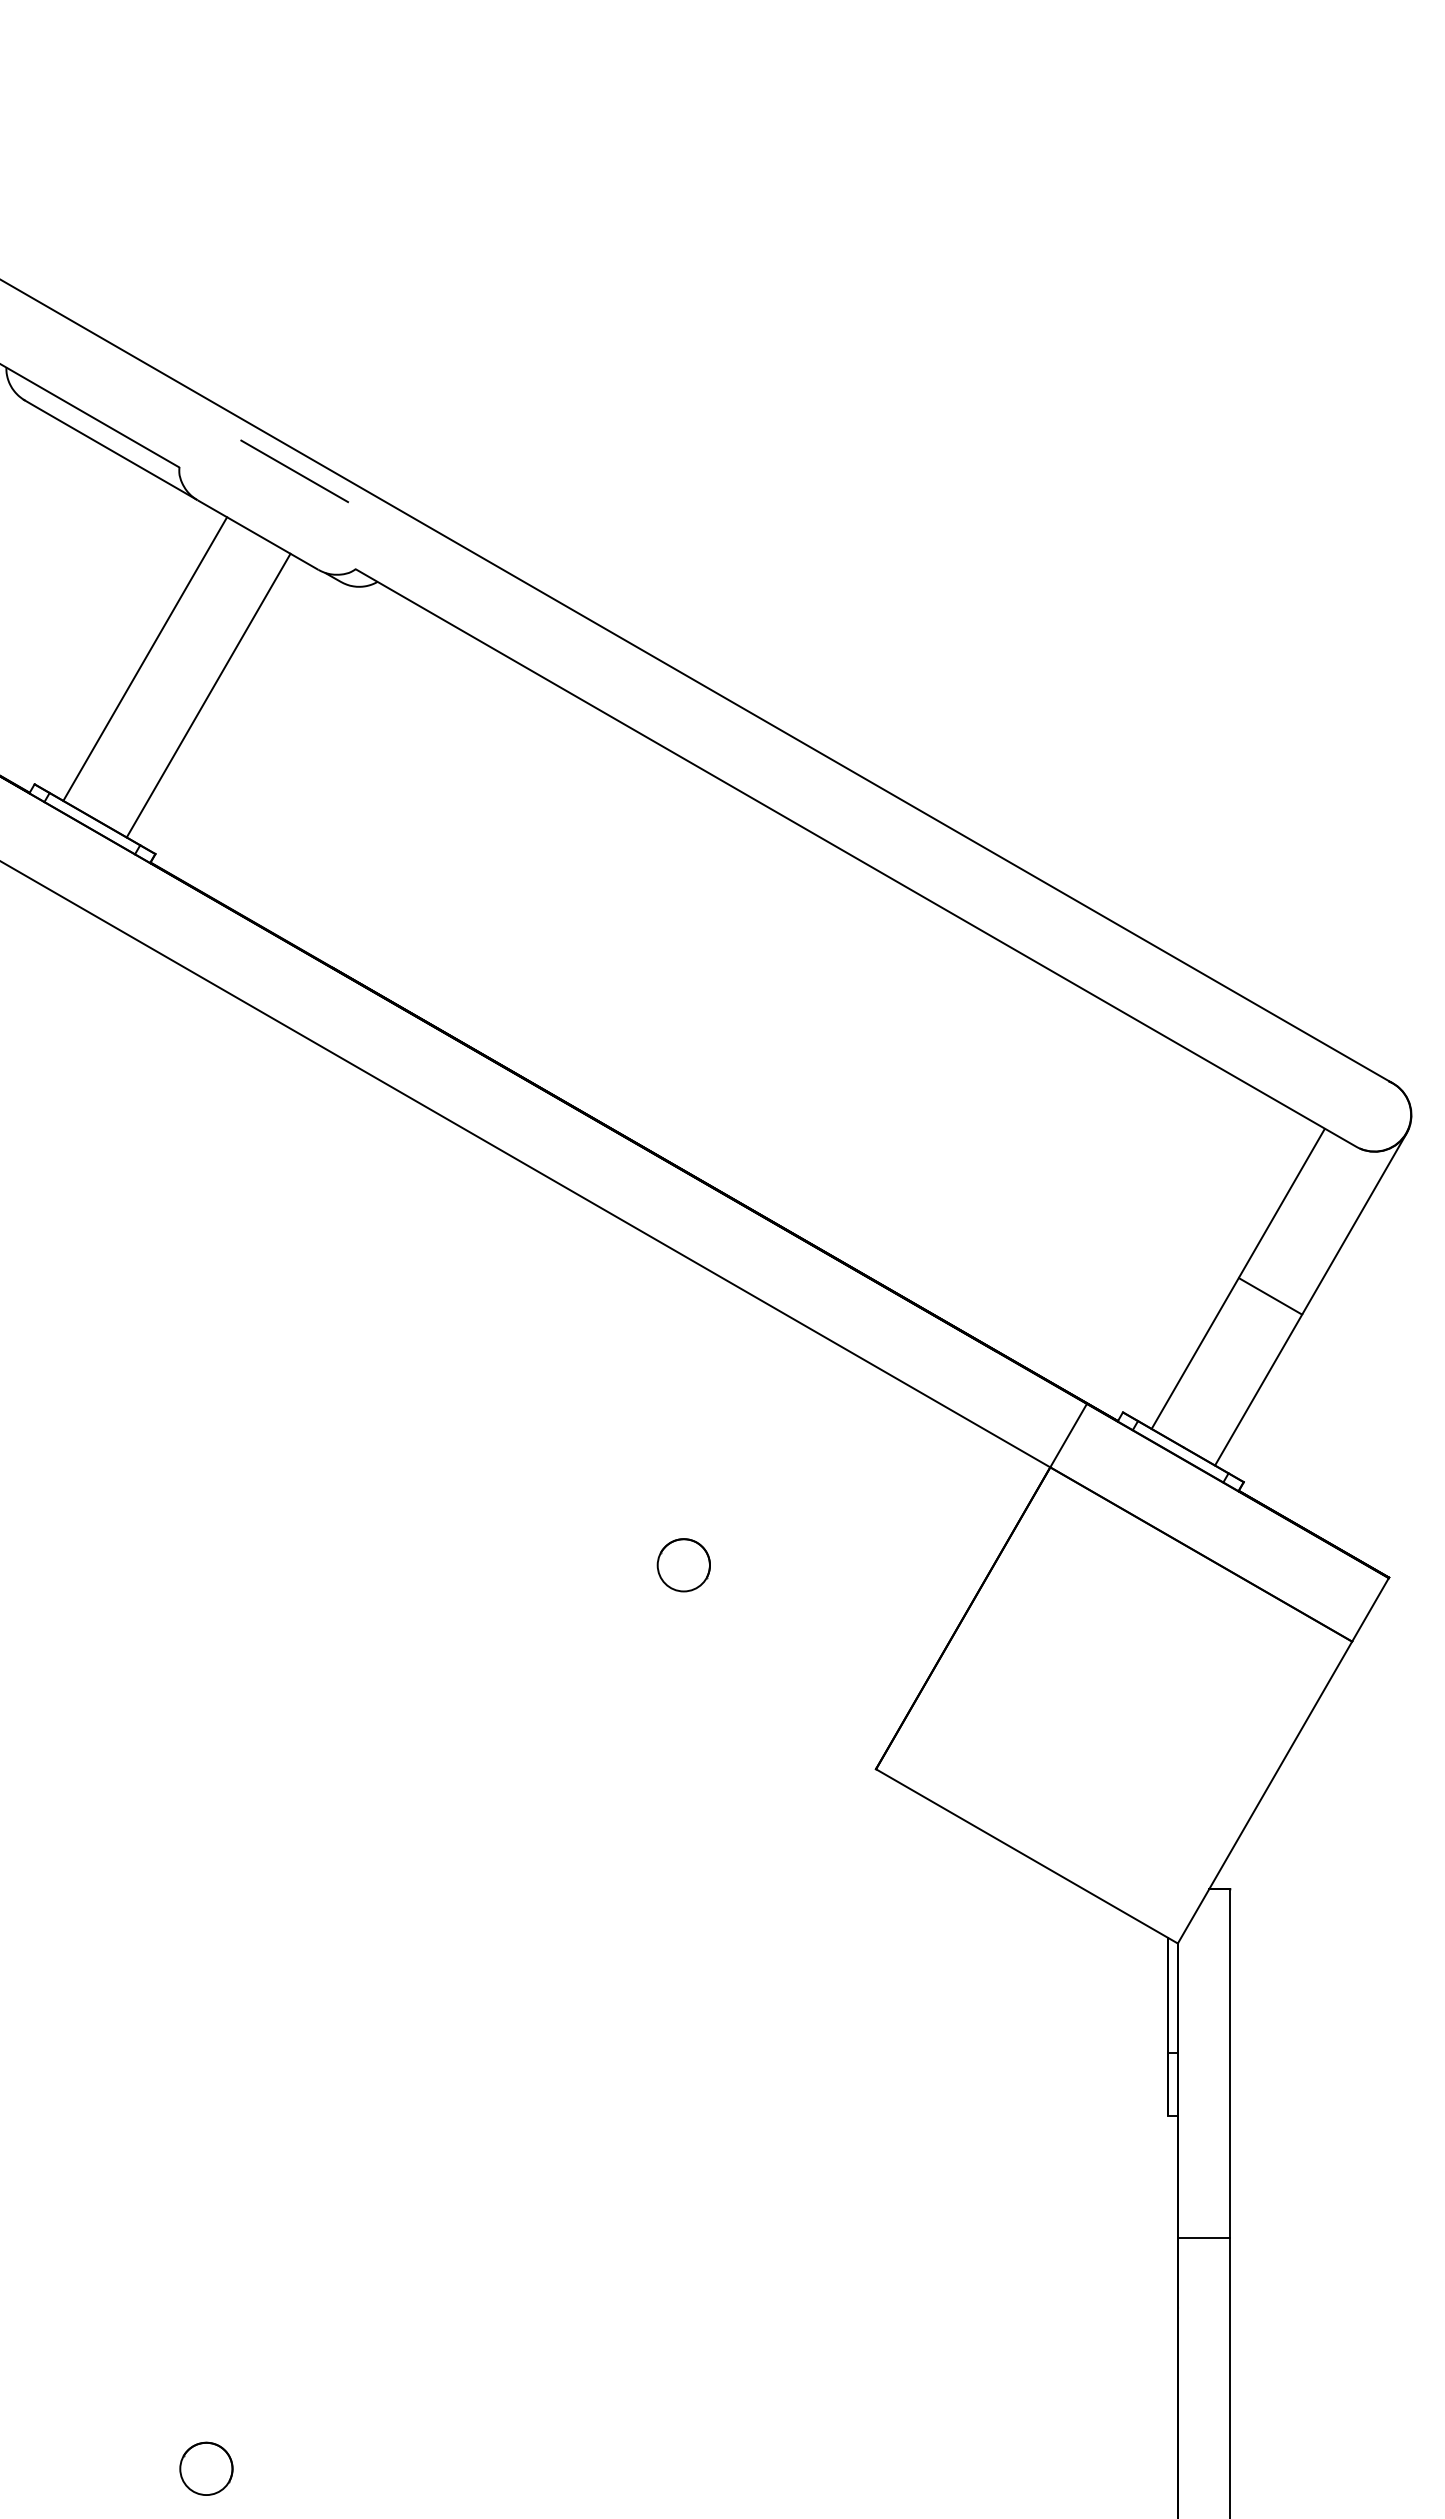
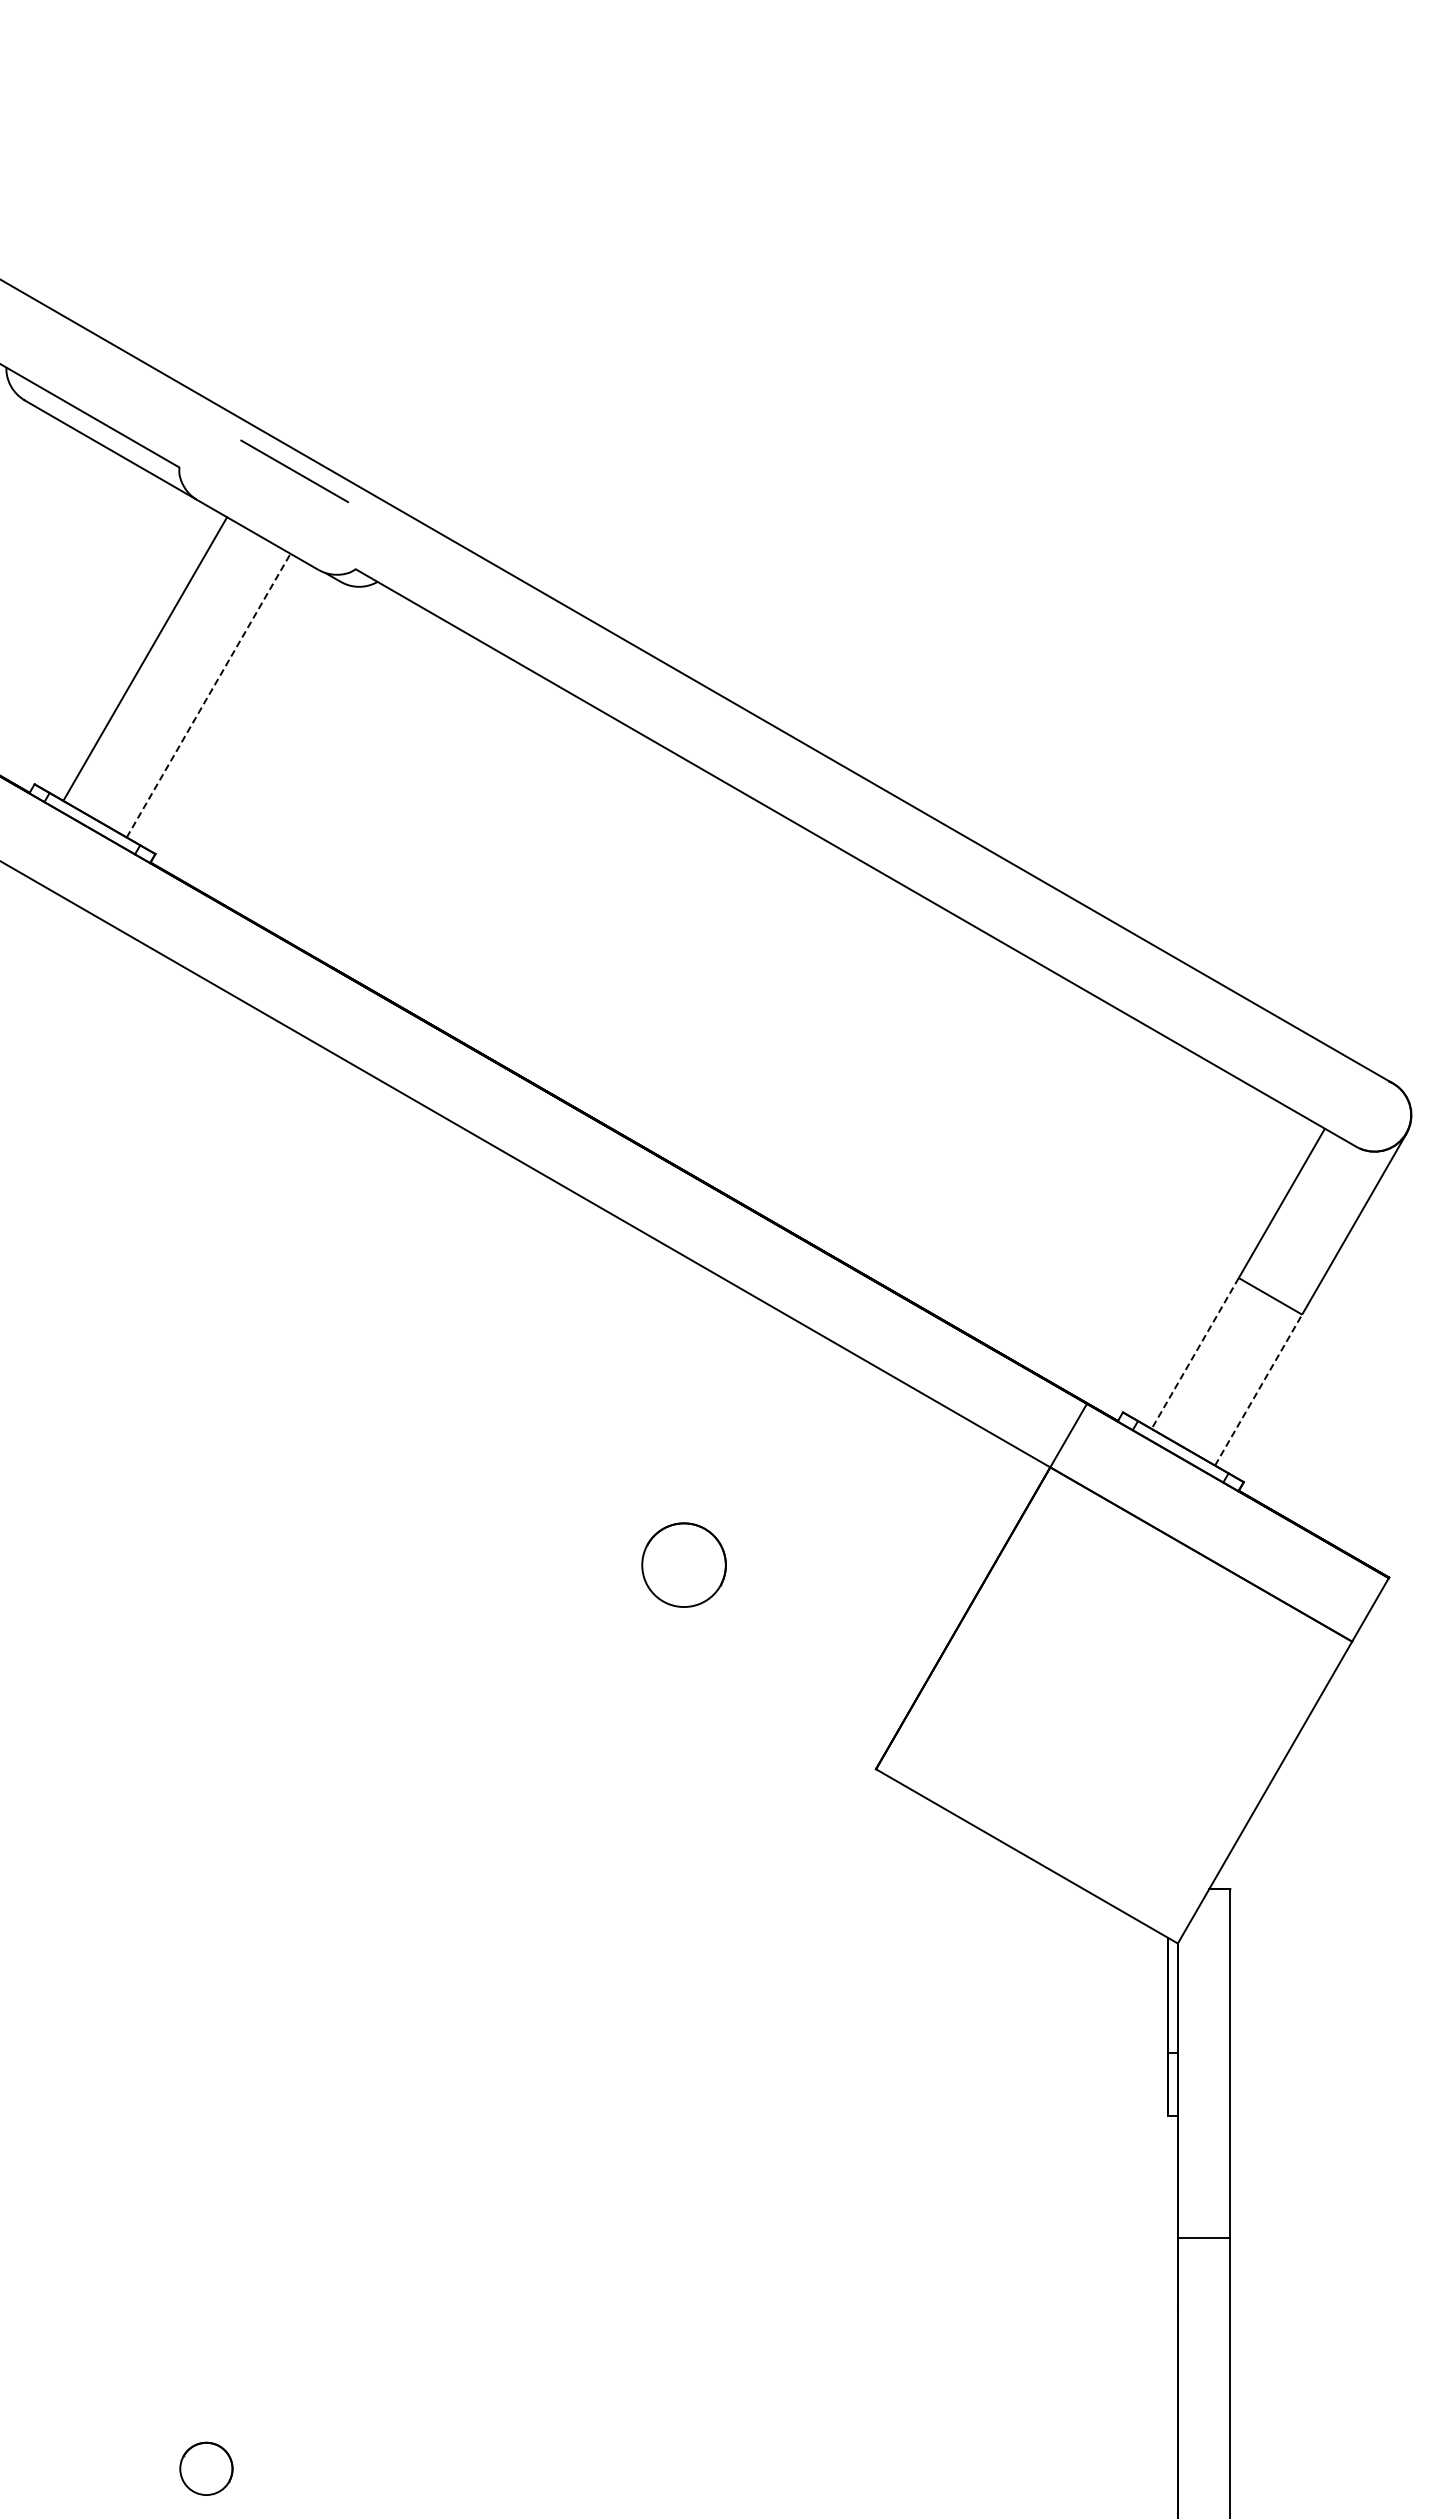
line at (208, 695): solid -> dashed
line at (1194, 1353): solid -> dashed
line at (1258, 1389): solid -> dashed
circle at (683, 1565) size: 55x55 px -> 86x86 px
